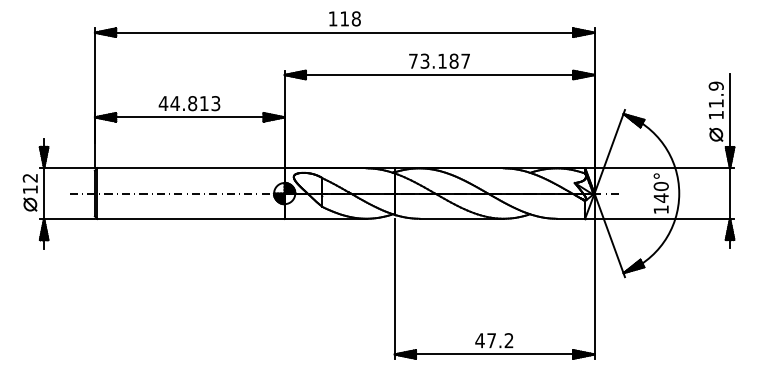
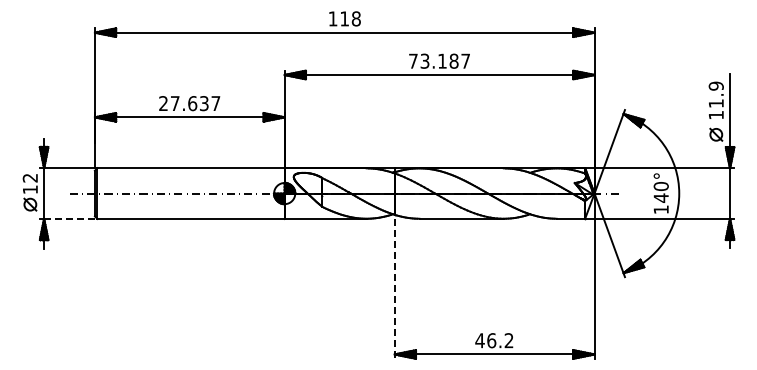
text at (189, 103): 44.813 -> 27.637
line at (69, 218): solid -> dashed
line at (394, 288): solid -> dashed
text at (491, 340): 47.2 -> 46.2
